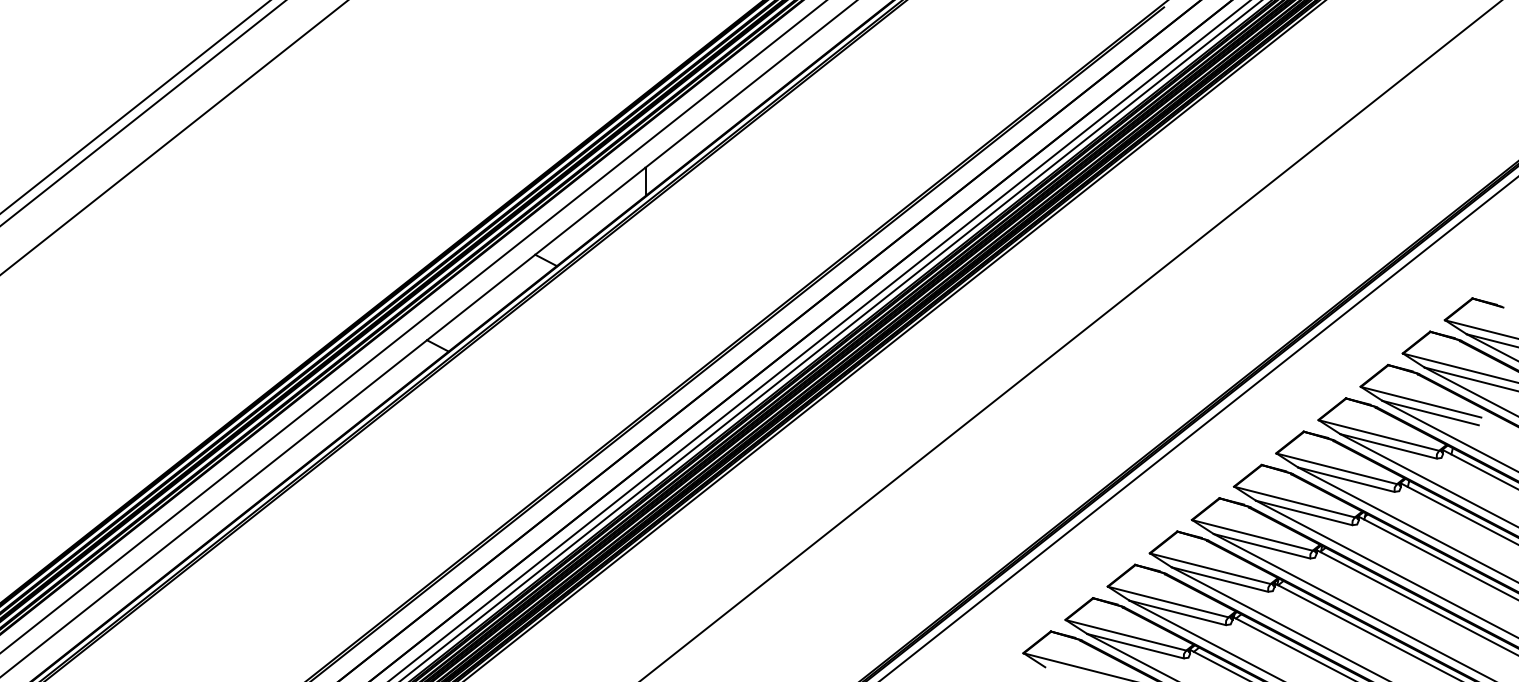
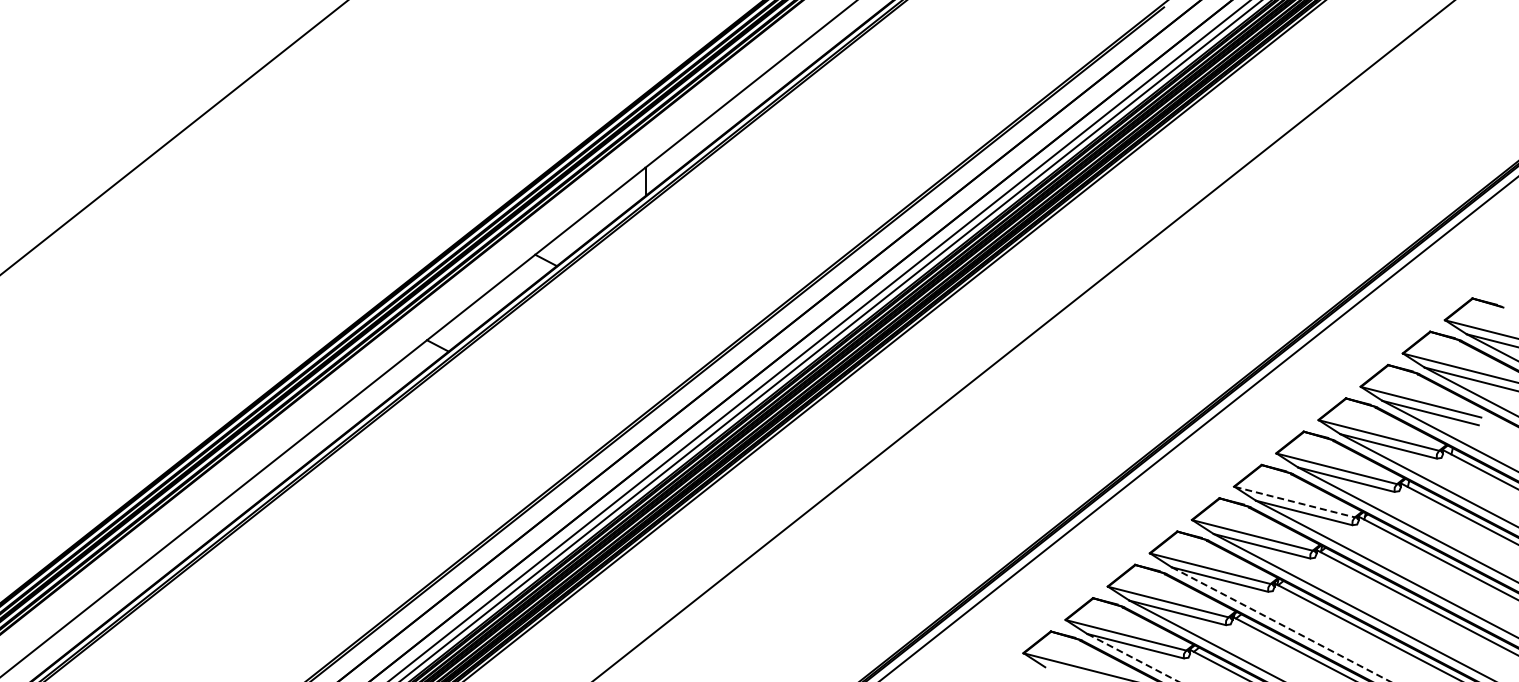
line at (134, 107): present -> none
line at (142, 113): present -> none
line at (413, 326): present -> none
line at (1071, 340) position: (1071, 340) -> (1024, 340)
line at (1295, 502): solid -> dashed
line at (1281, 624): solid -> dashed
line at (1133, 658): solid -> dashed
